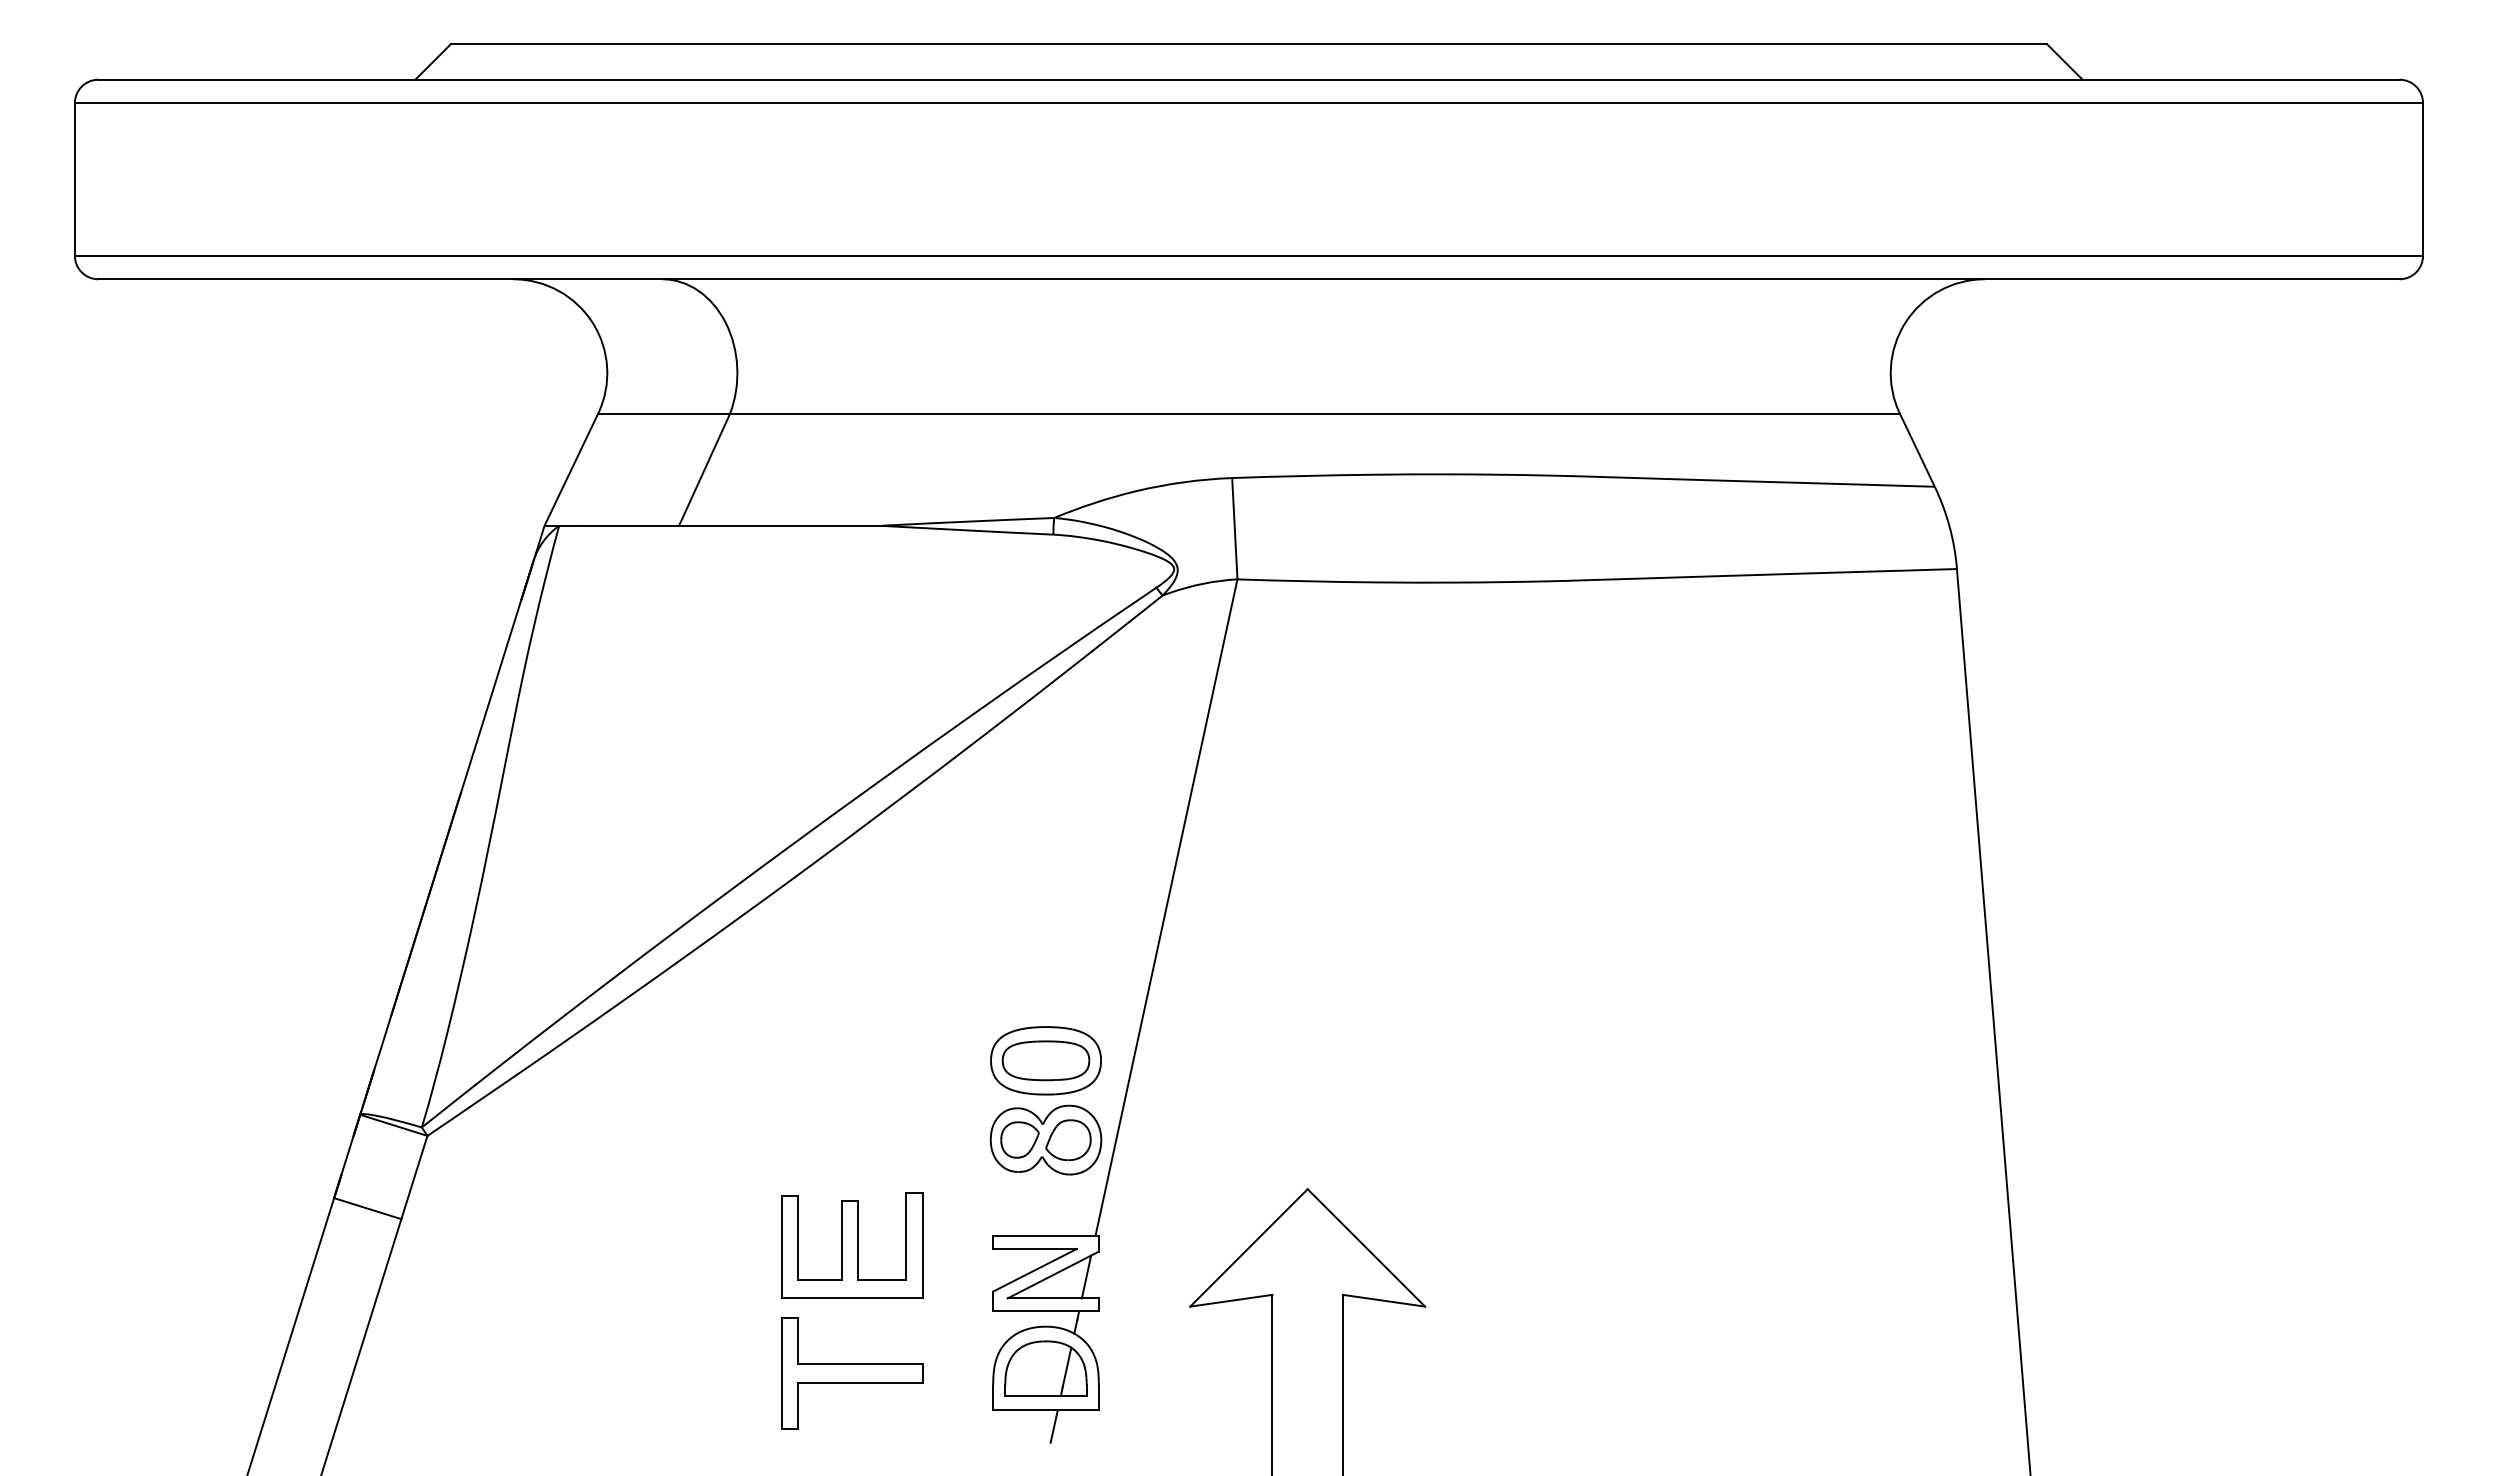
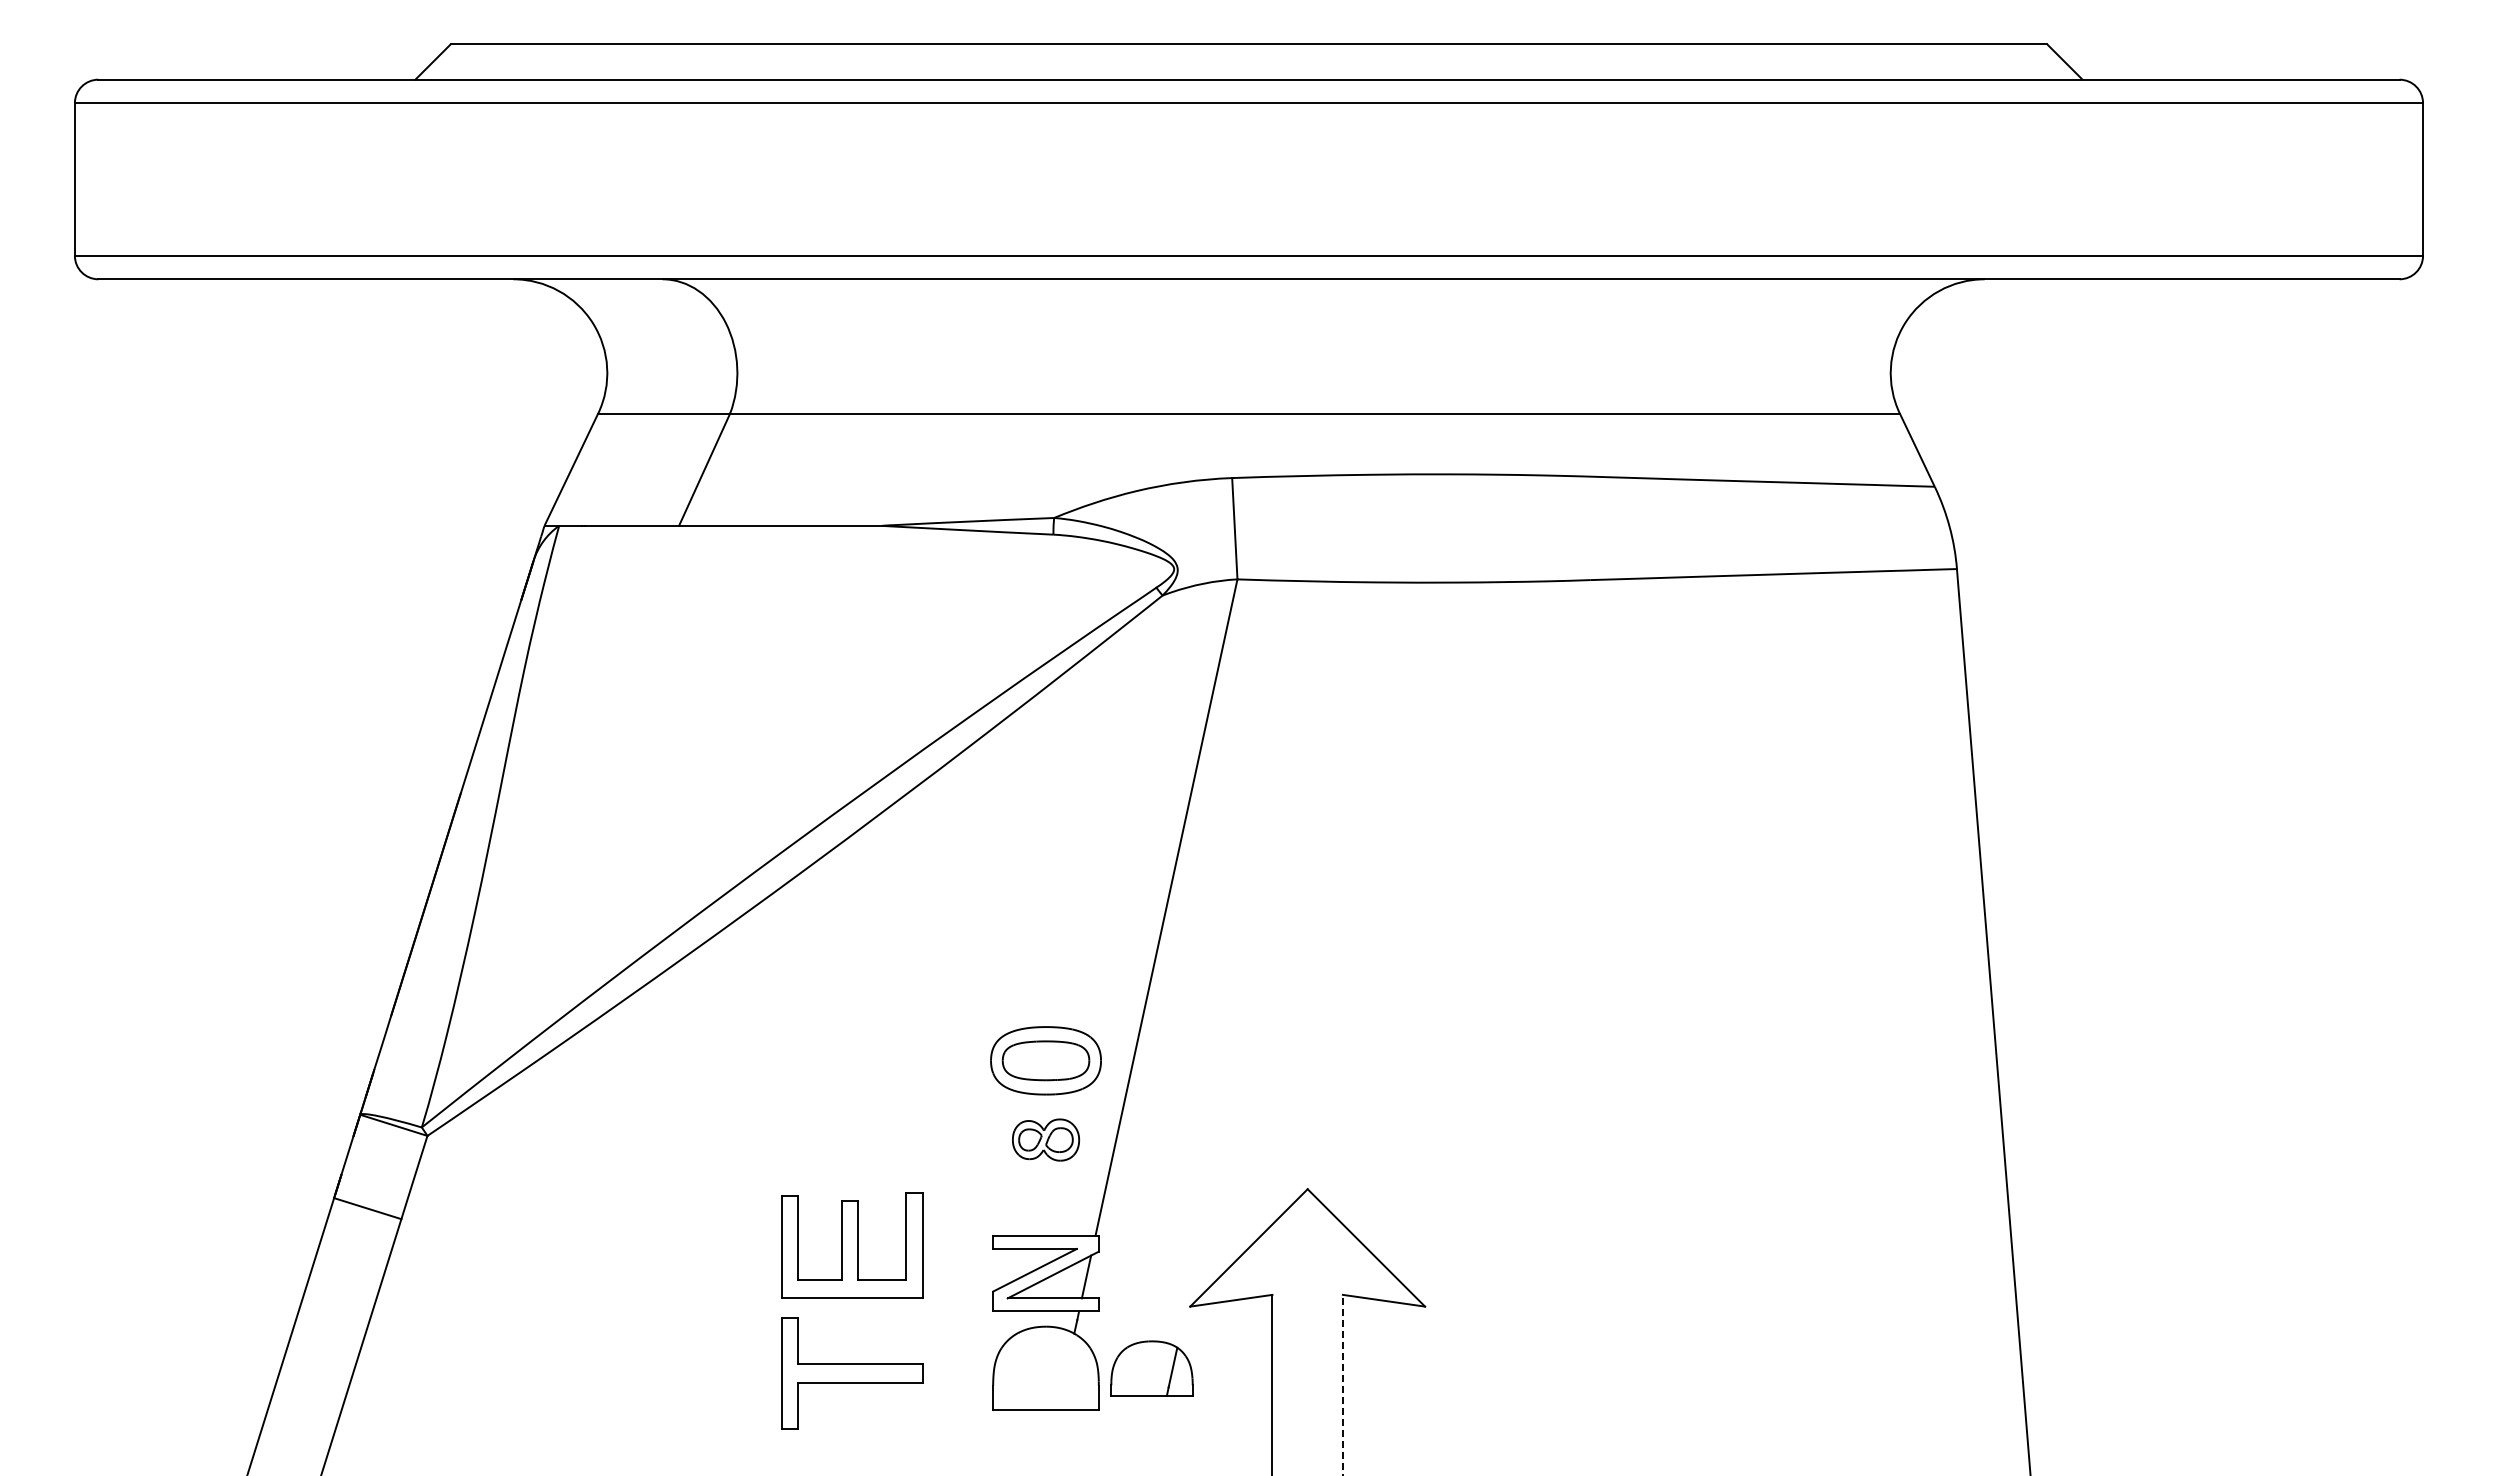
part at (1045, 1139) size: 114x72 px -> 69x44 px
part at (1045, 1368) position: (1045, 1368) -> (1151, 1368)
line at (1342, 1384): solid -> dashed
line at (1053, 1426): present -> none
